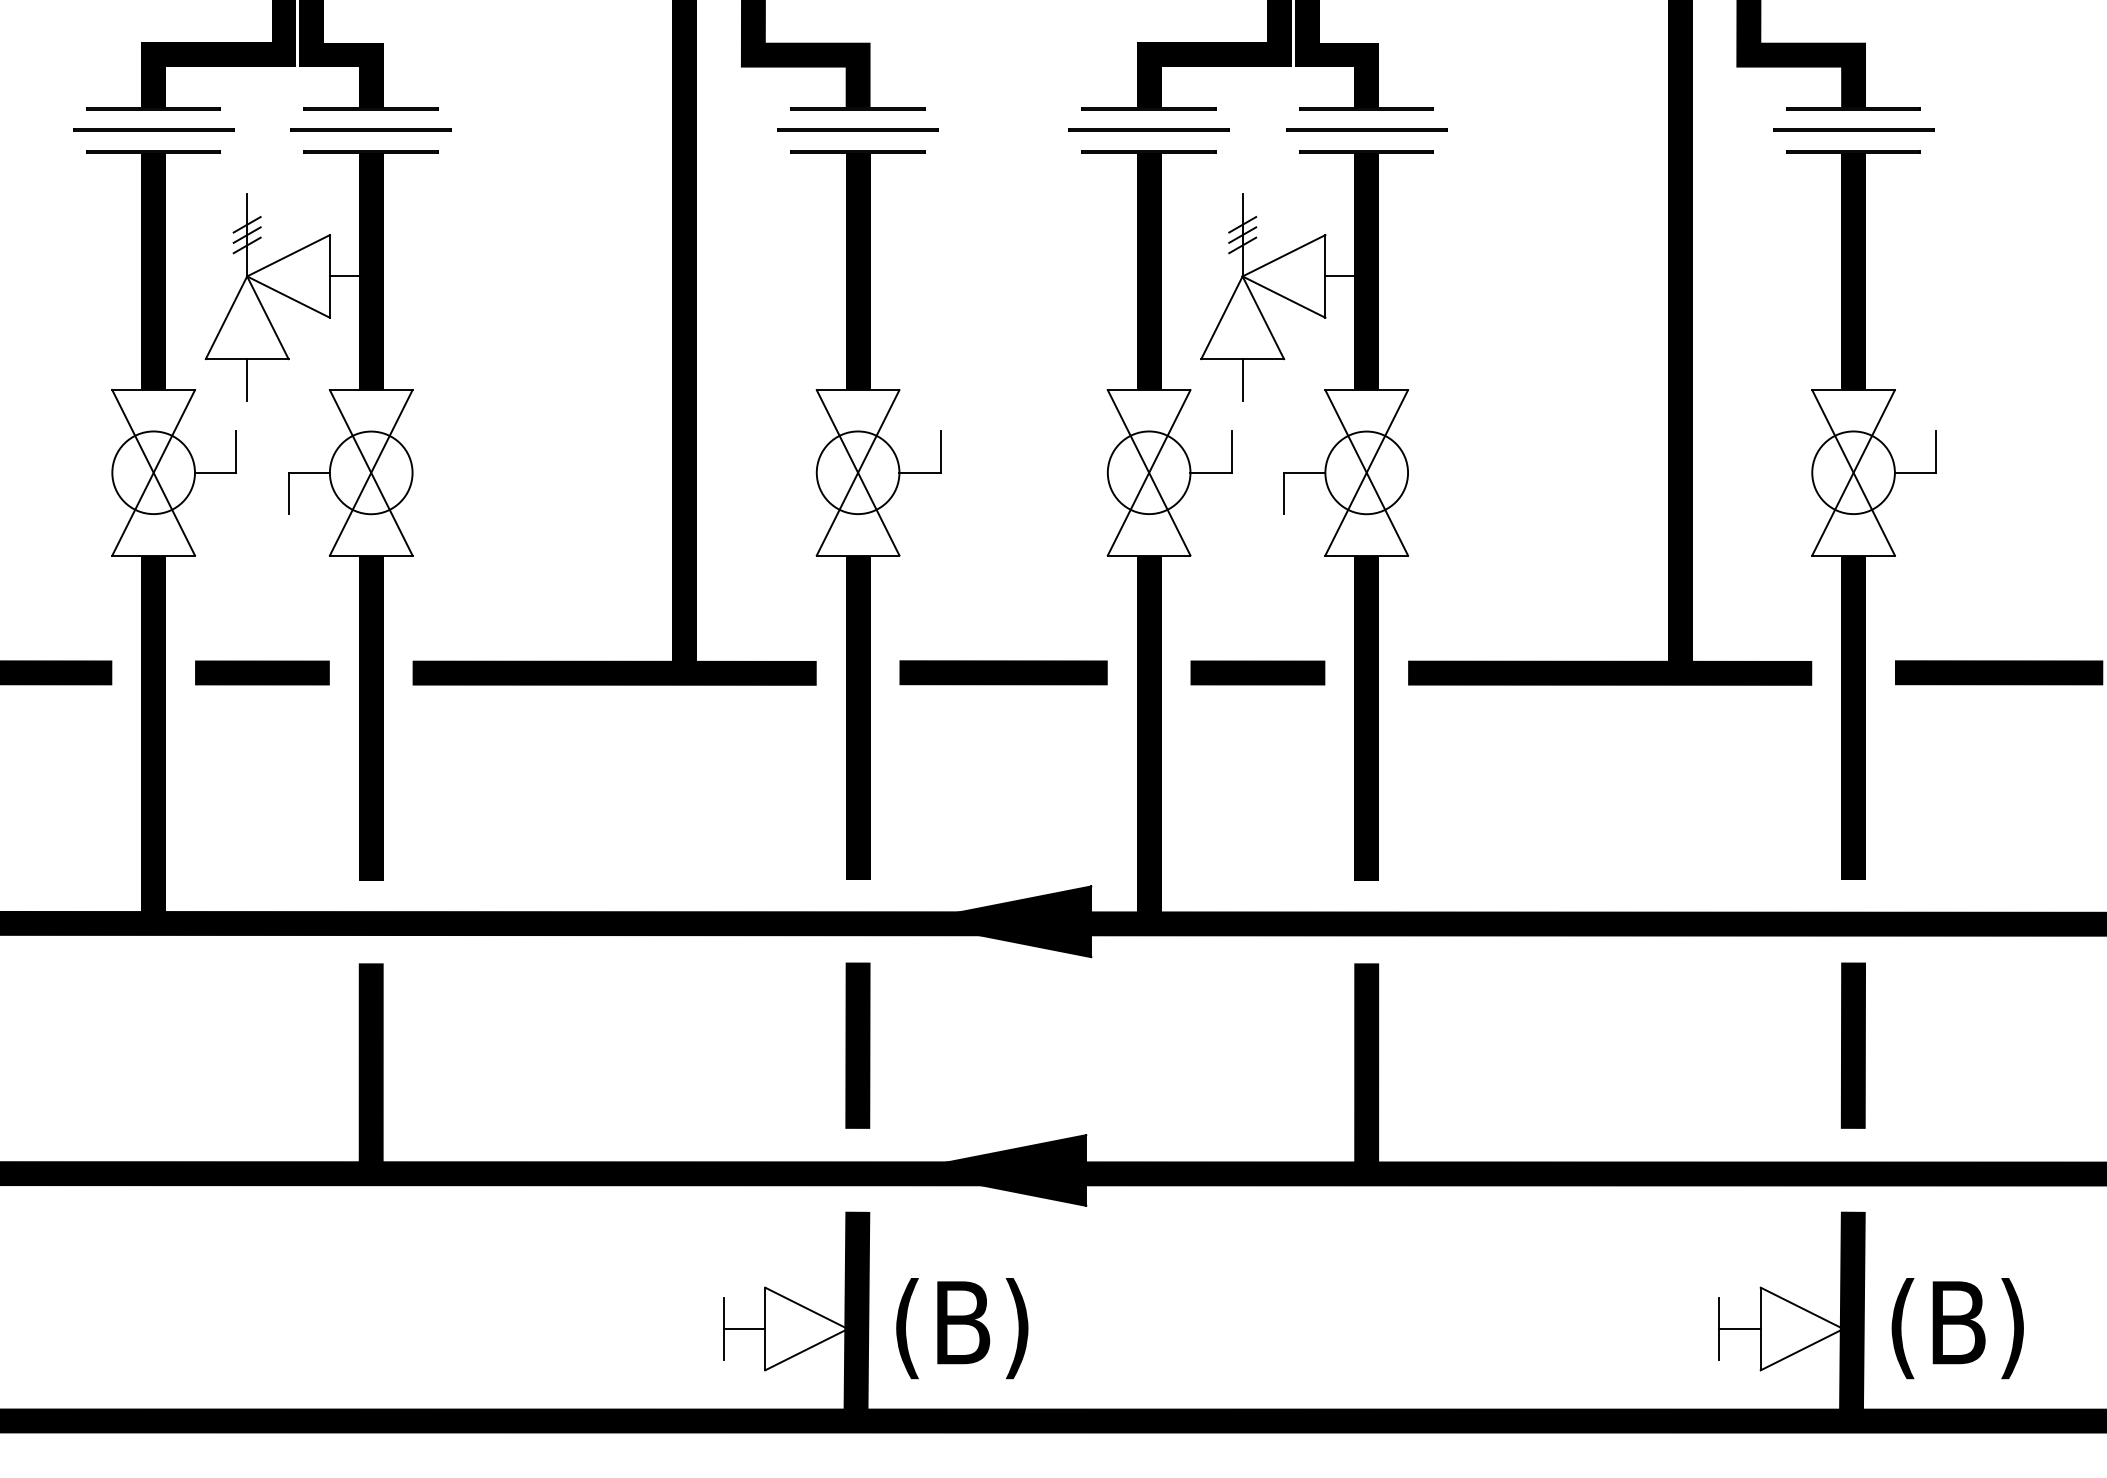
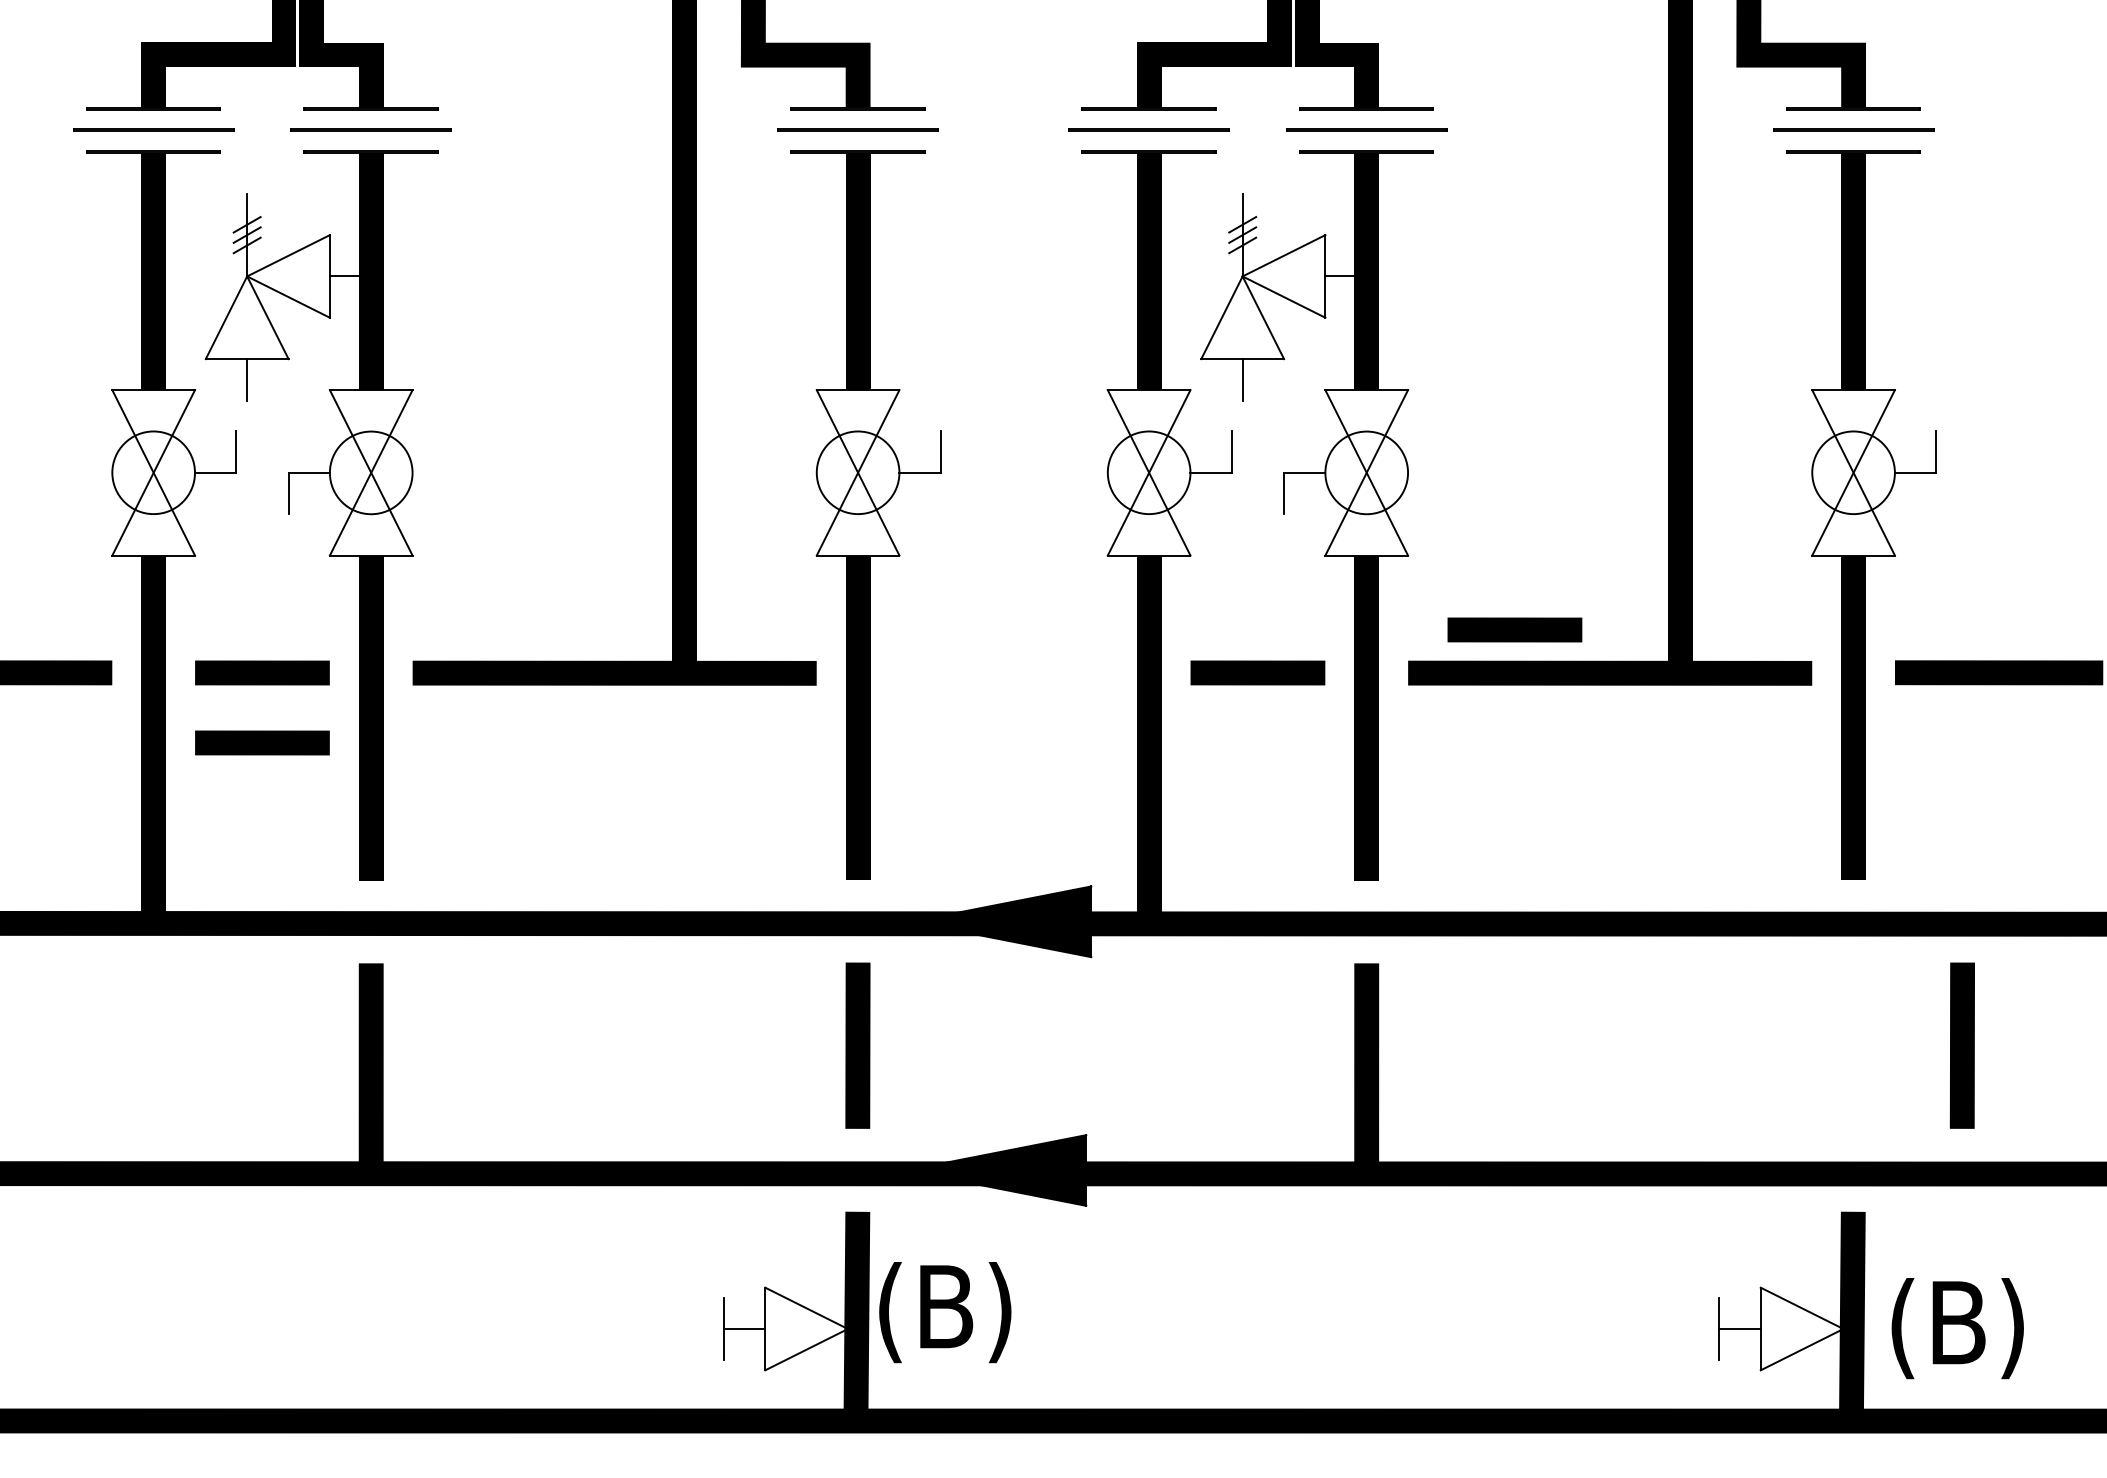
line at (1514, 629): none -> present
line at (1003, 672): present -> none
line at (262, 742): none -> present
line at (1852, 1045) position: (1852, 1045) -> (1961, 1045)
text at (962, 1328) position: (962, 1328) -> (945, 1312)
